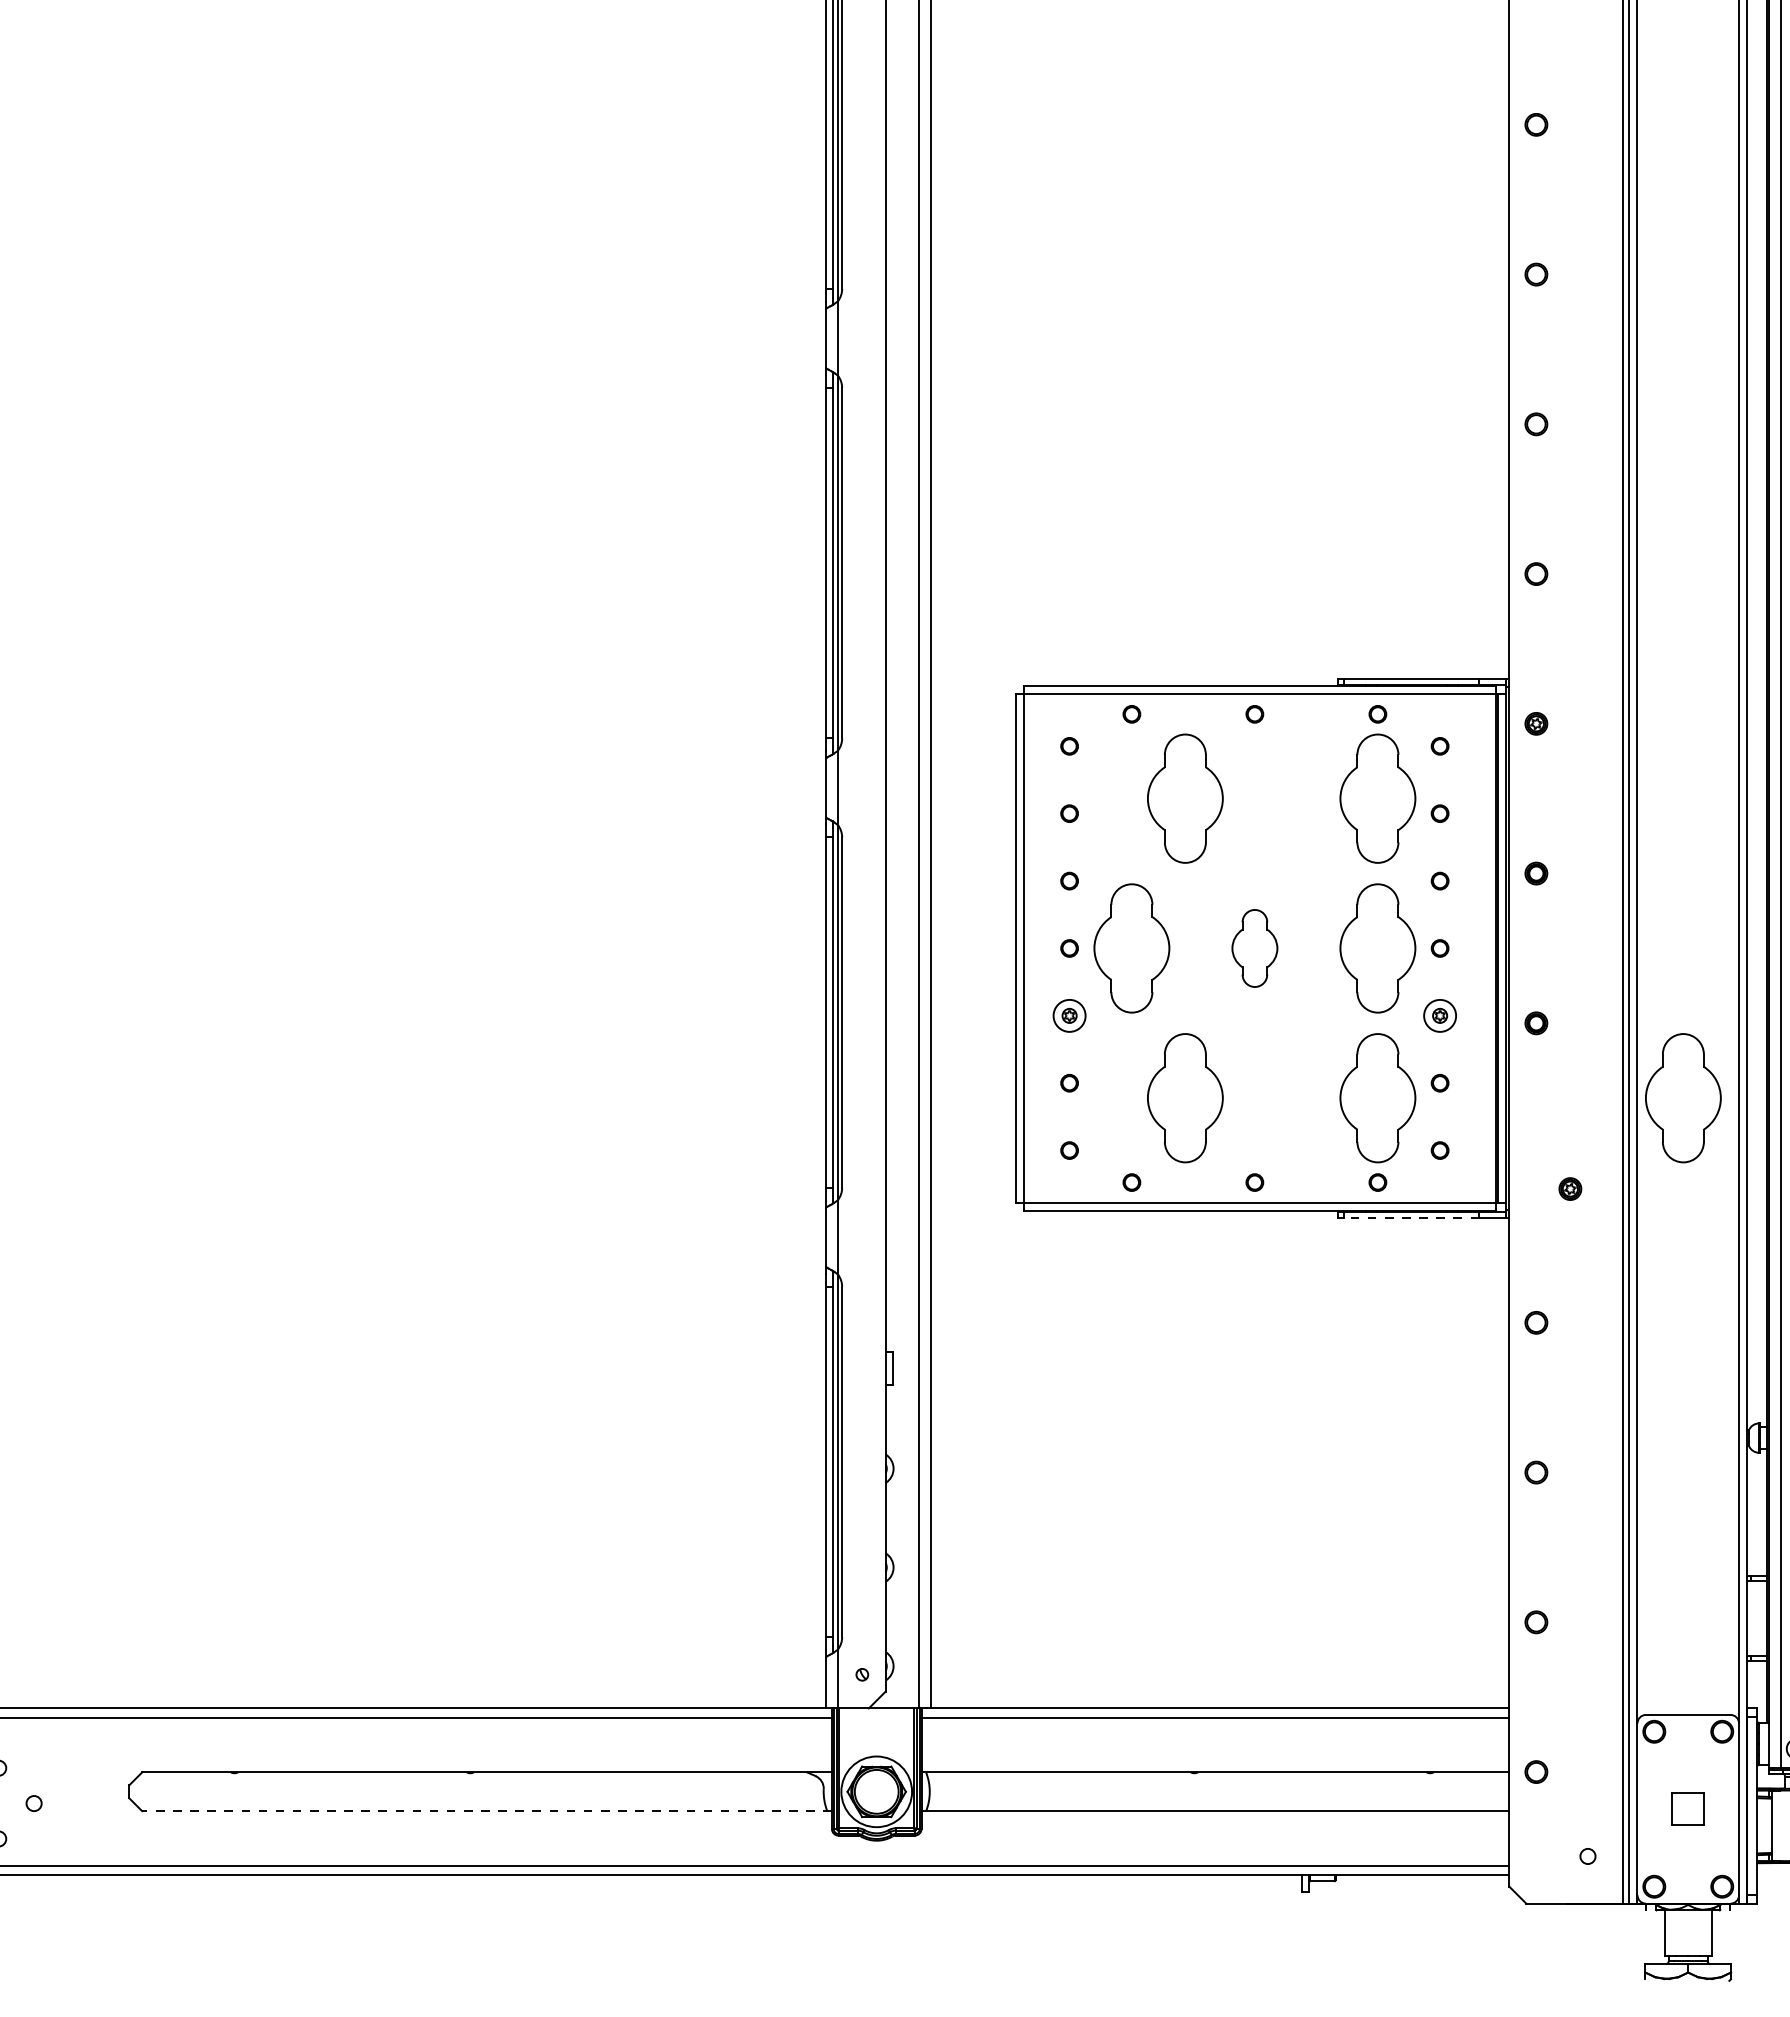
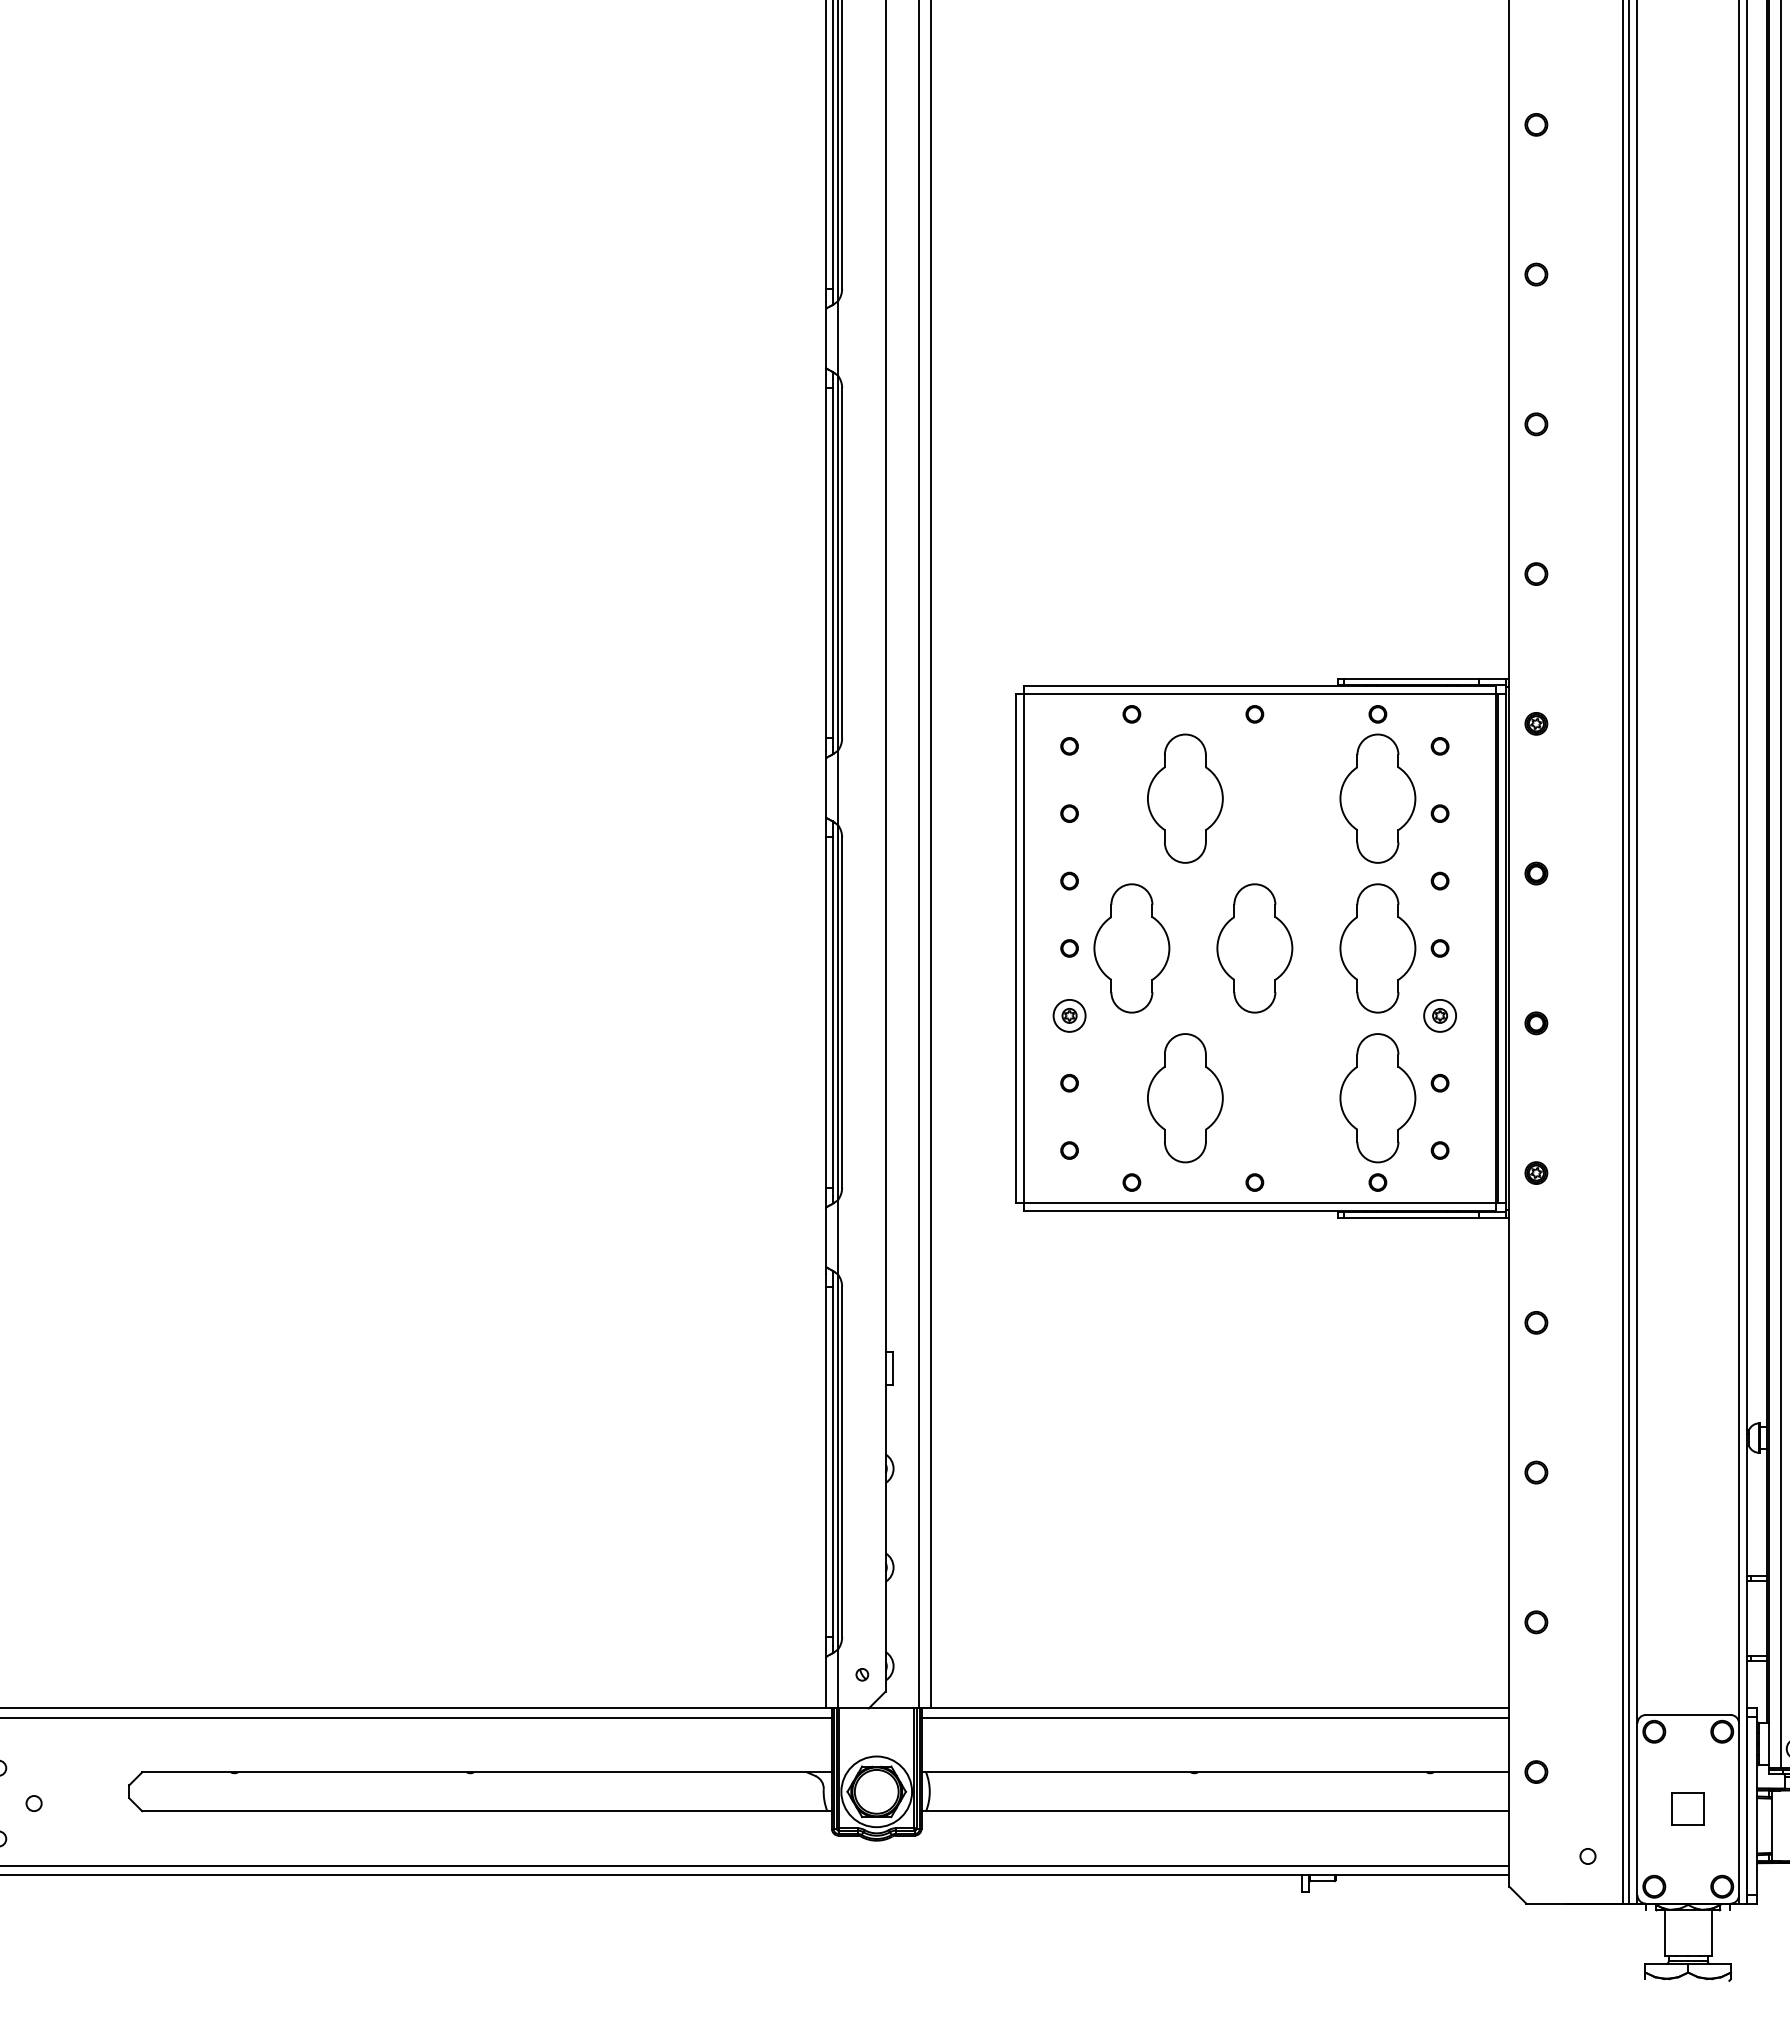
part at (1254, 948) size: 48x79 px -> 78x131 px
part at (1683, 1098): present -> none
part at (1570, 1188) position: (1570, 1188) -> (1536, 1172)
line at (1411, 1217): dashed -> solid
line at (487, 1811): dashed -> solid
